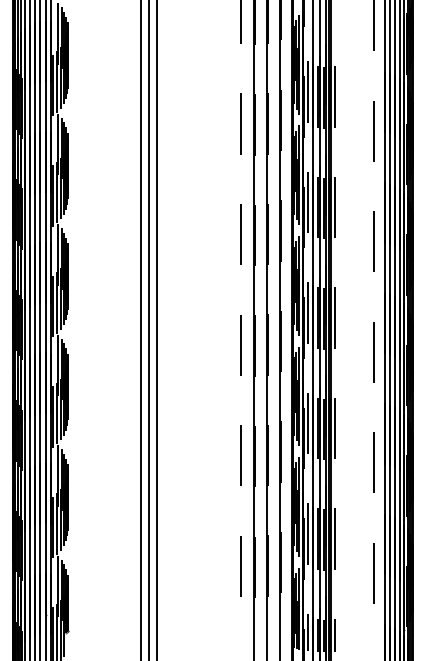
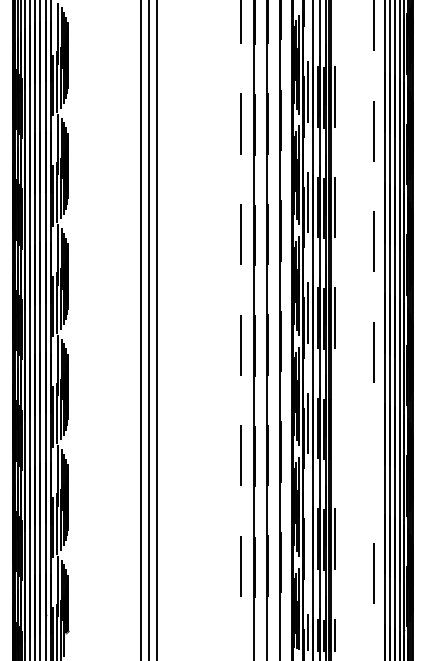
line at (335, 428): present -> none
line at (373, 462): present -> none
line at (307, 533): present -> none
